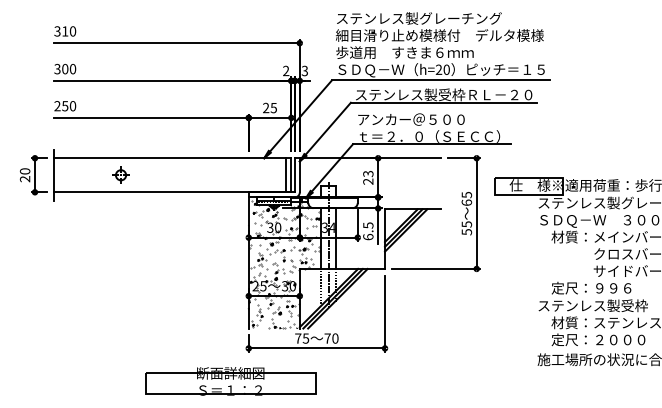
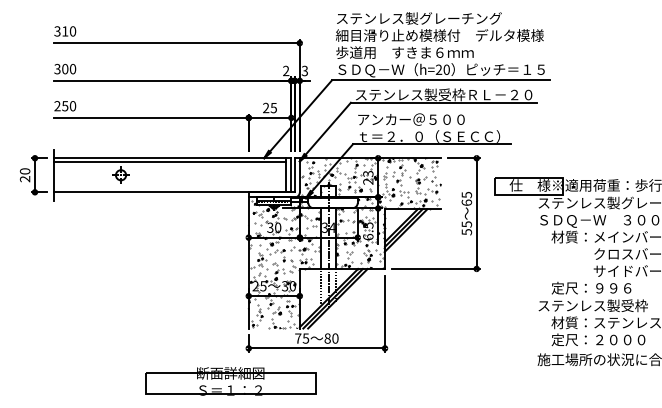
line at (169, 161): none -> present
hatch at (371, 213): none -> present
text at (327, 338): 70 -> 80
